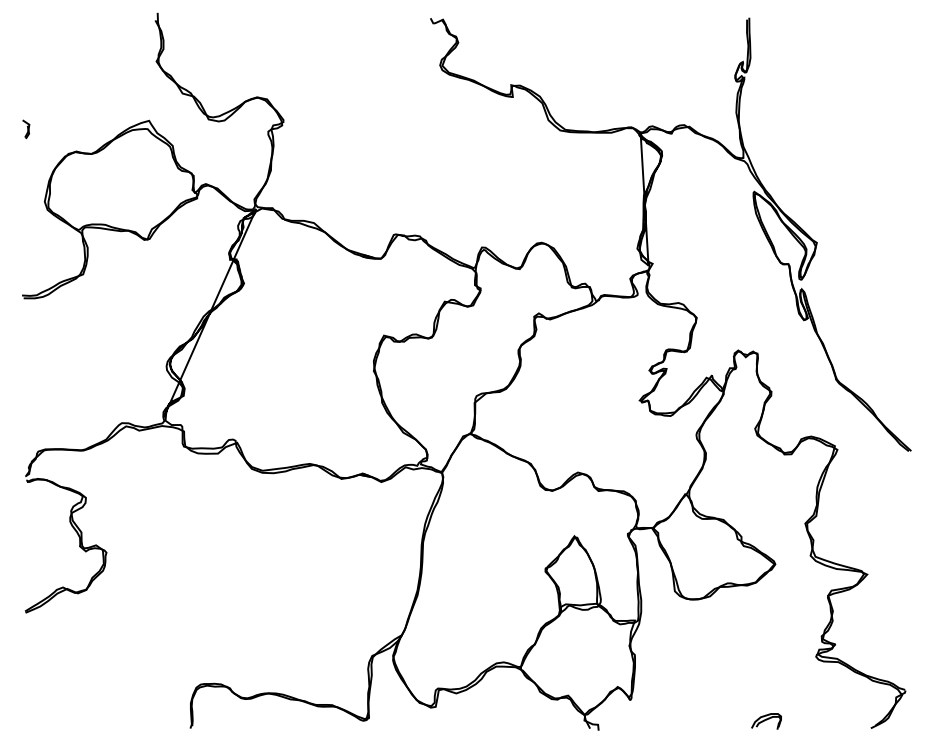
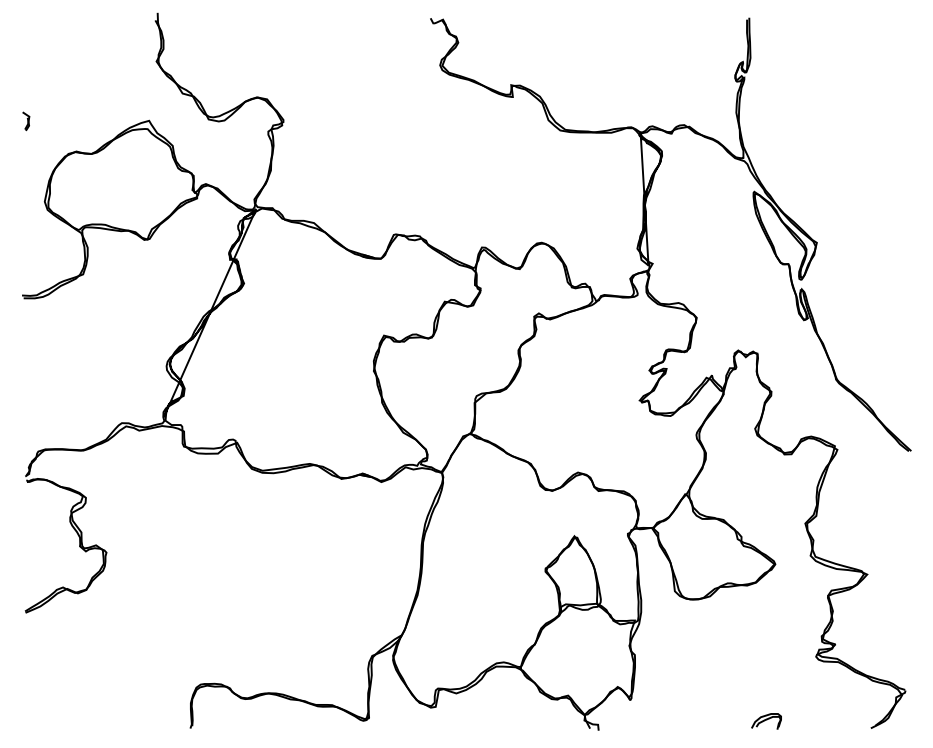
part at (26, 129) position: (26, 129) -> (26, 121)
